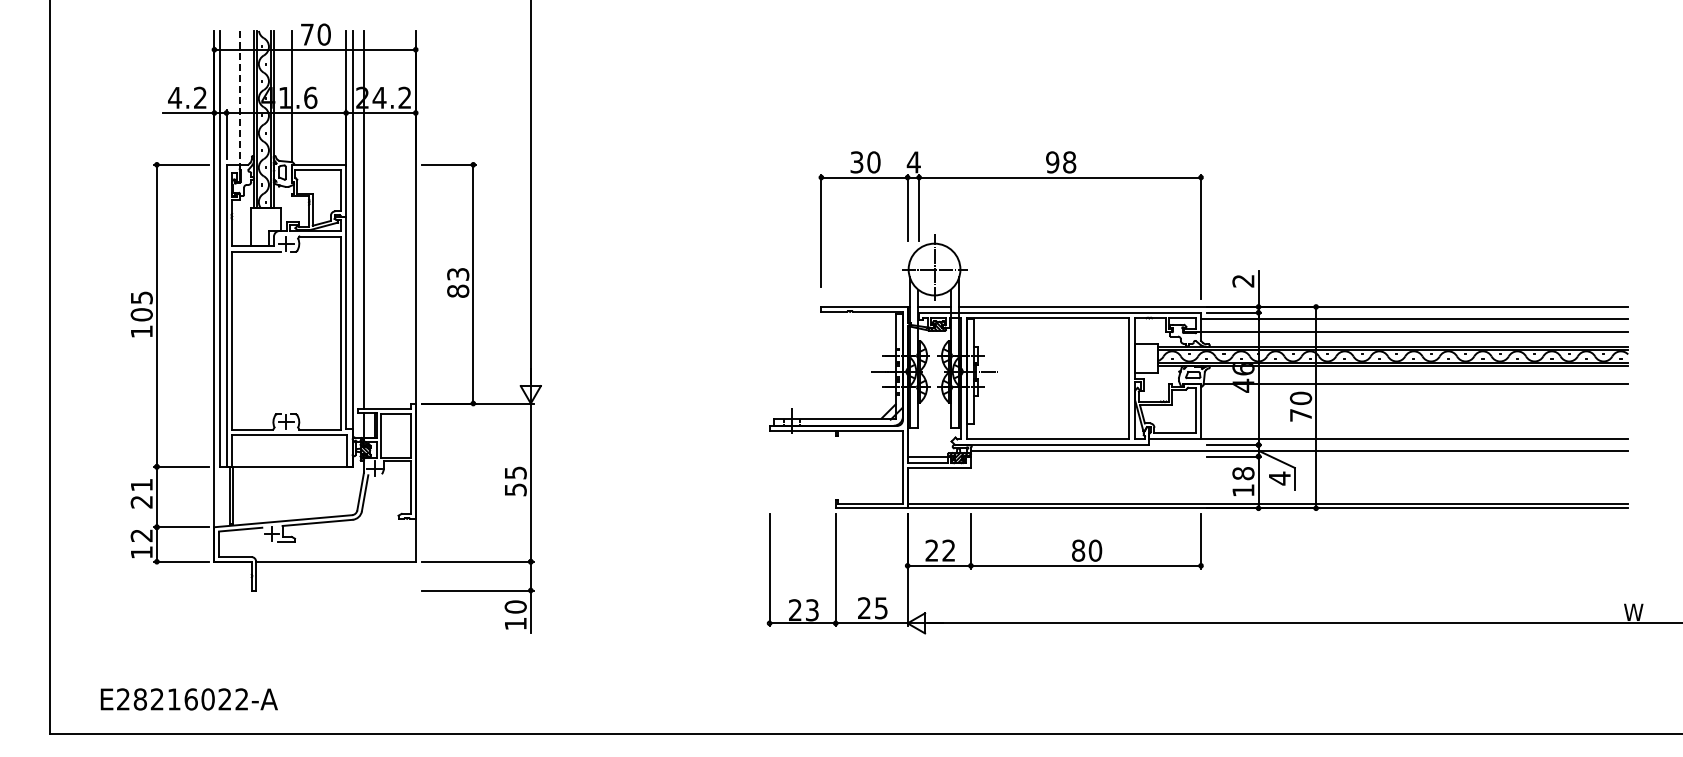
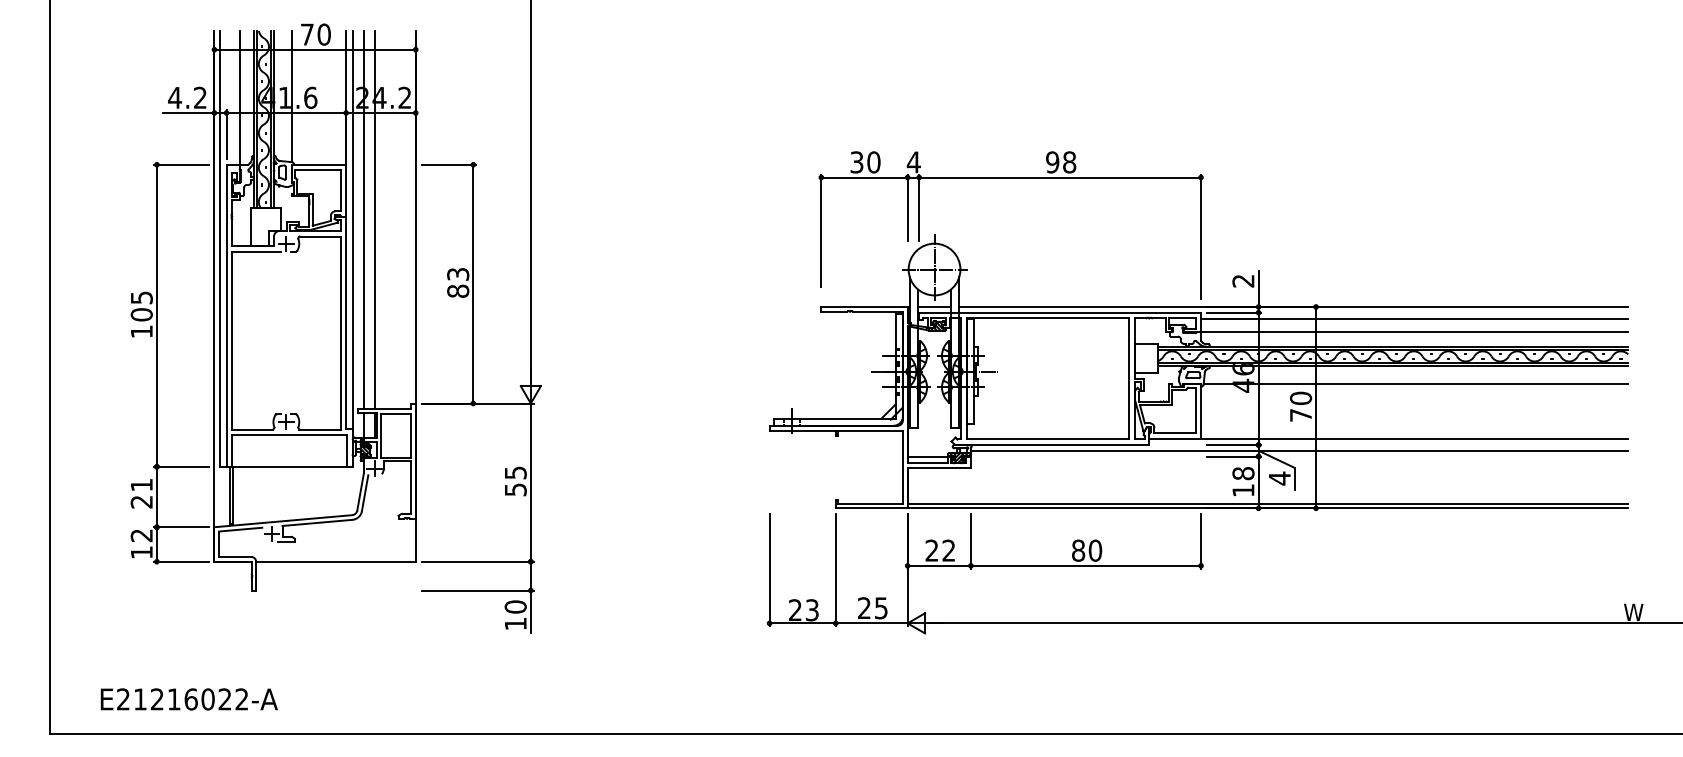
line at (239, 97): dashed -> solid
line at (375, 219): none -> present
text at (139, 699): E28216022-A -> E21216022-A
